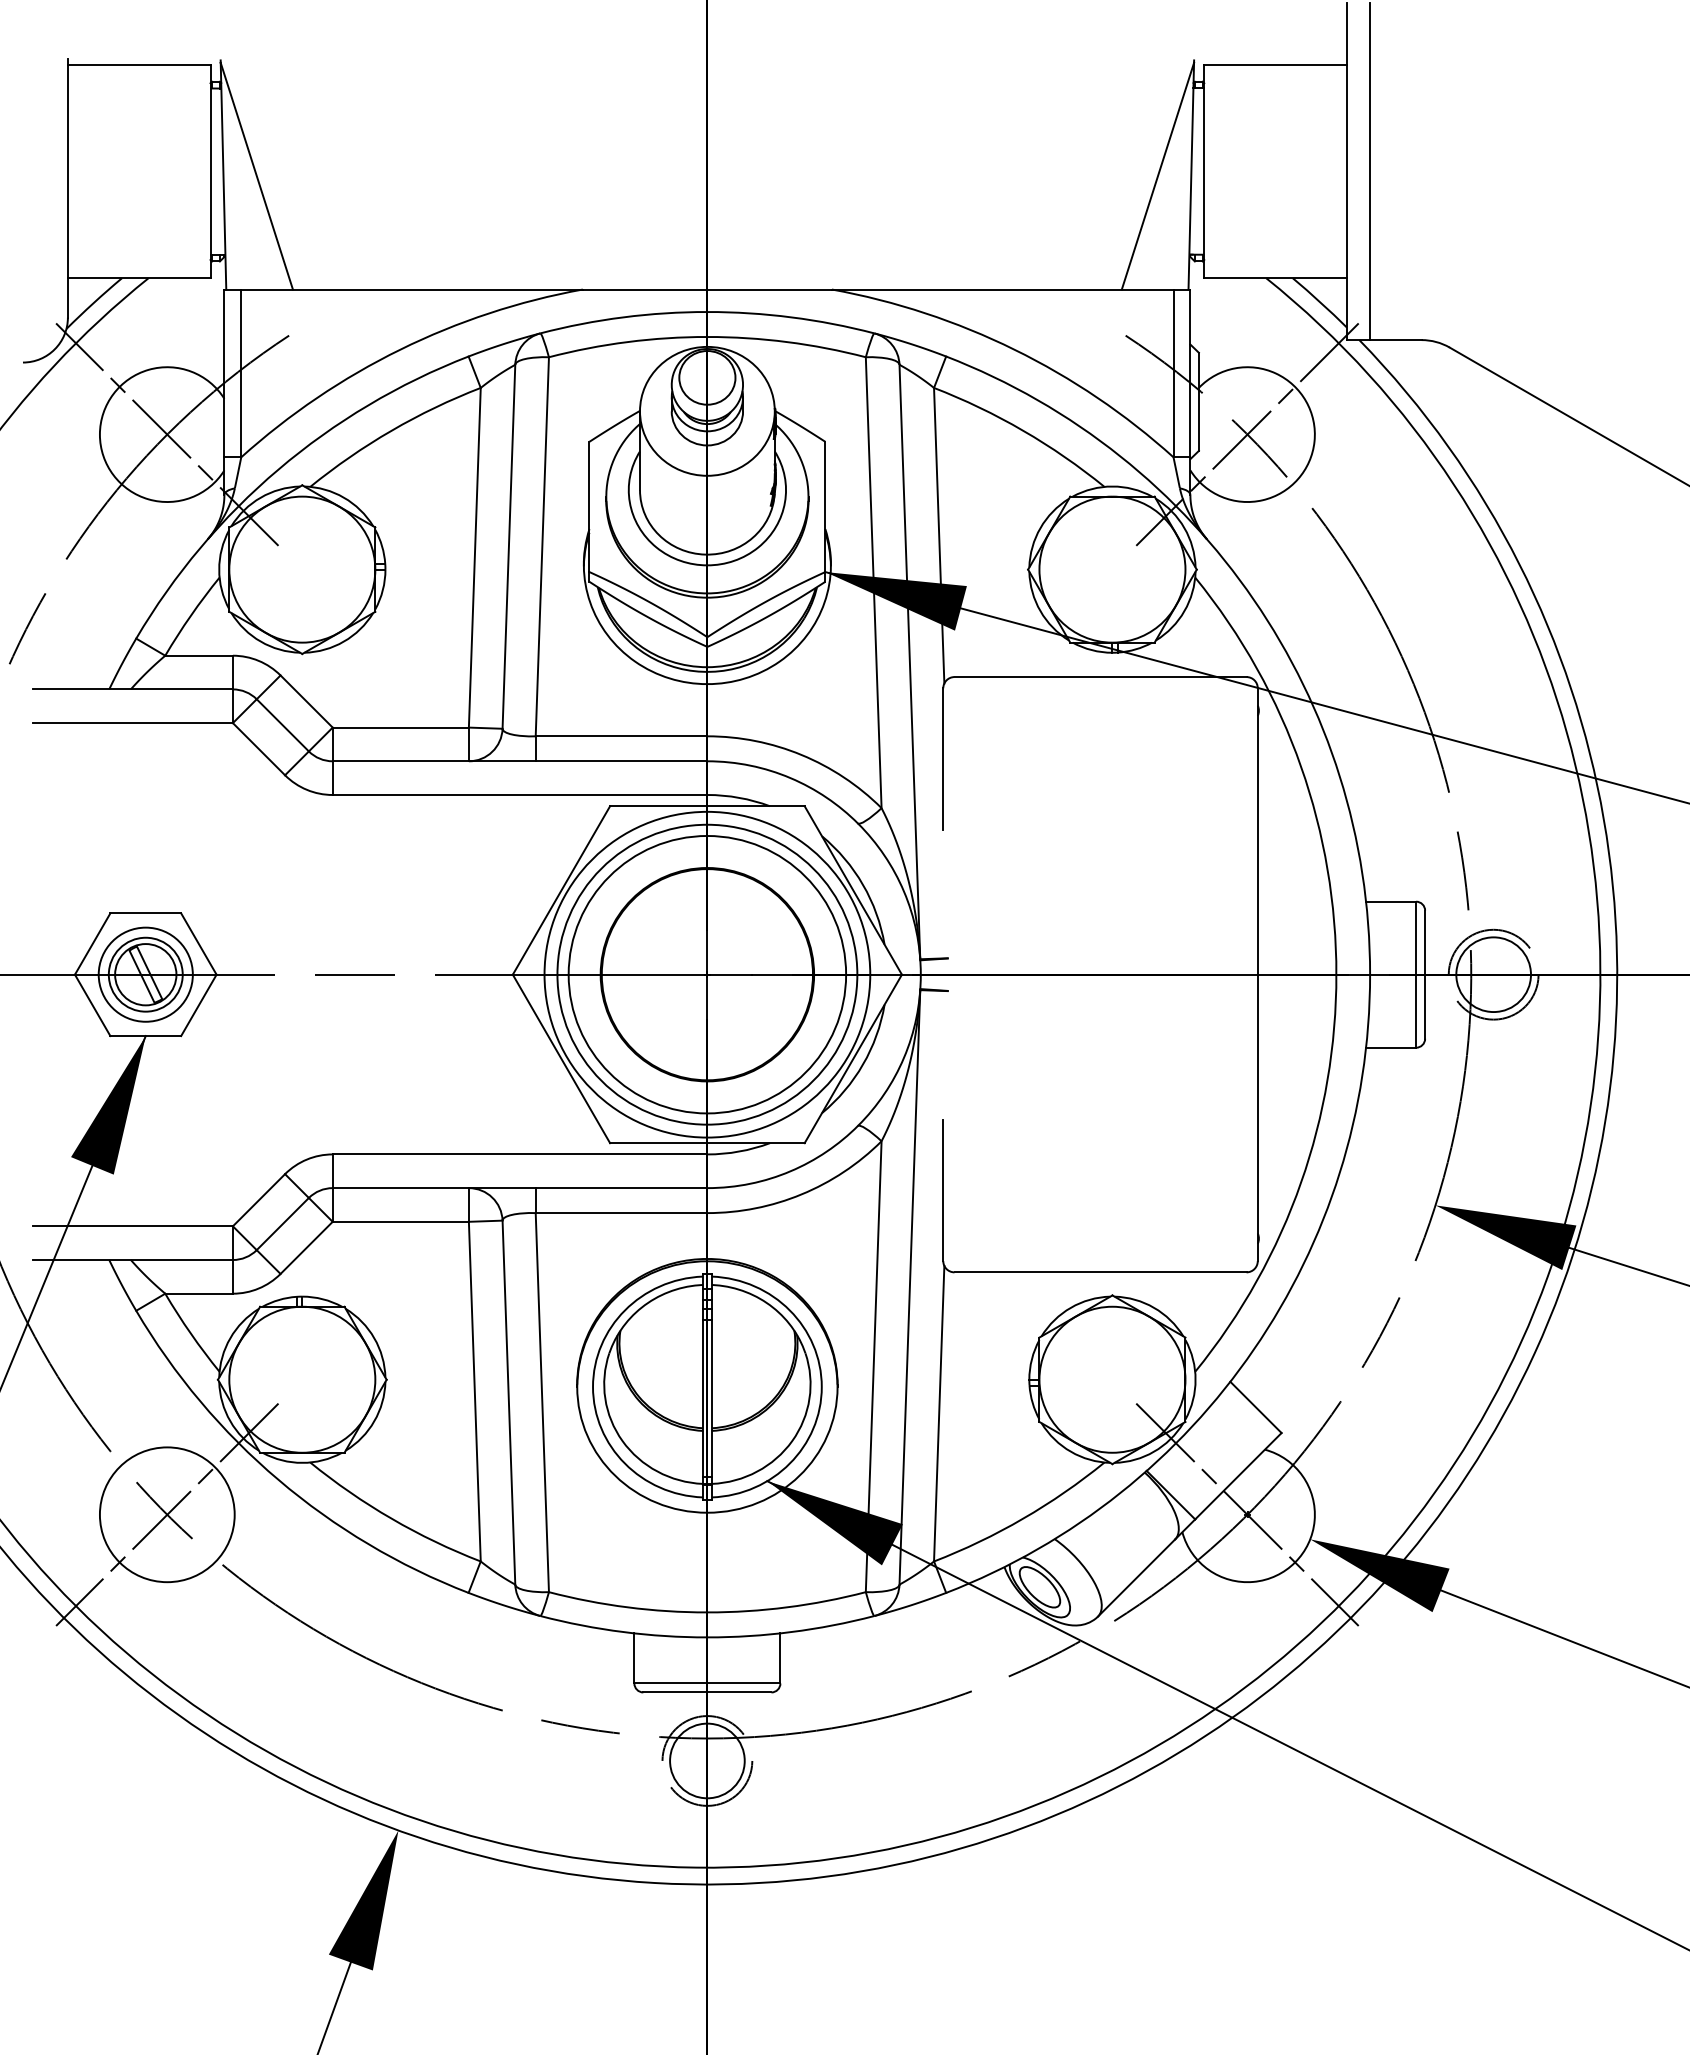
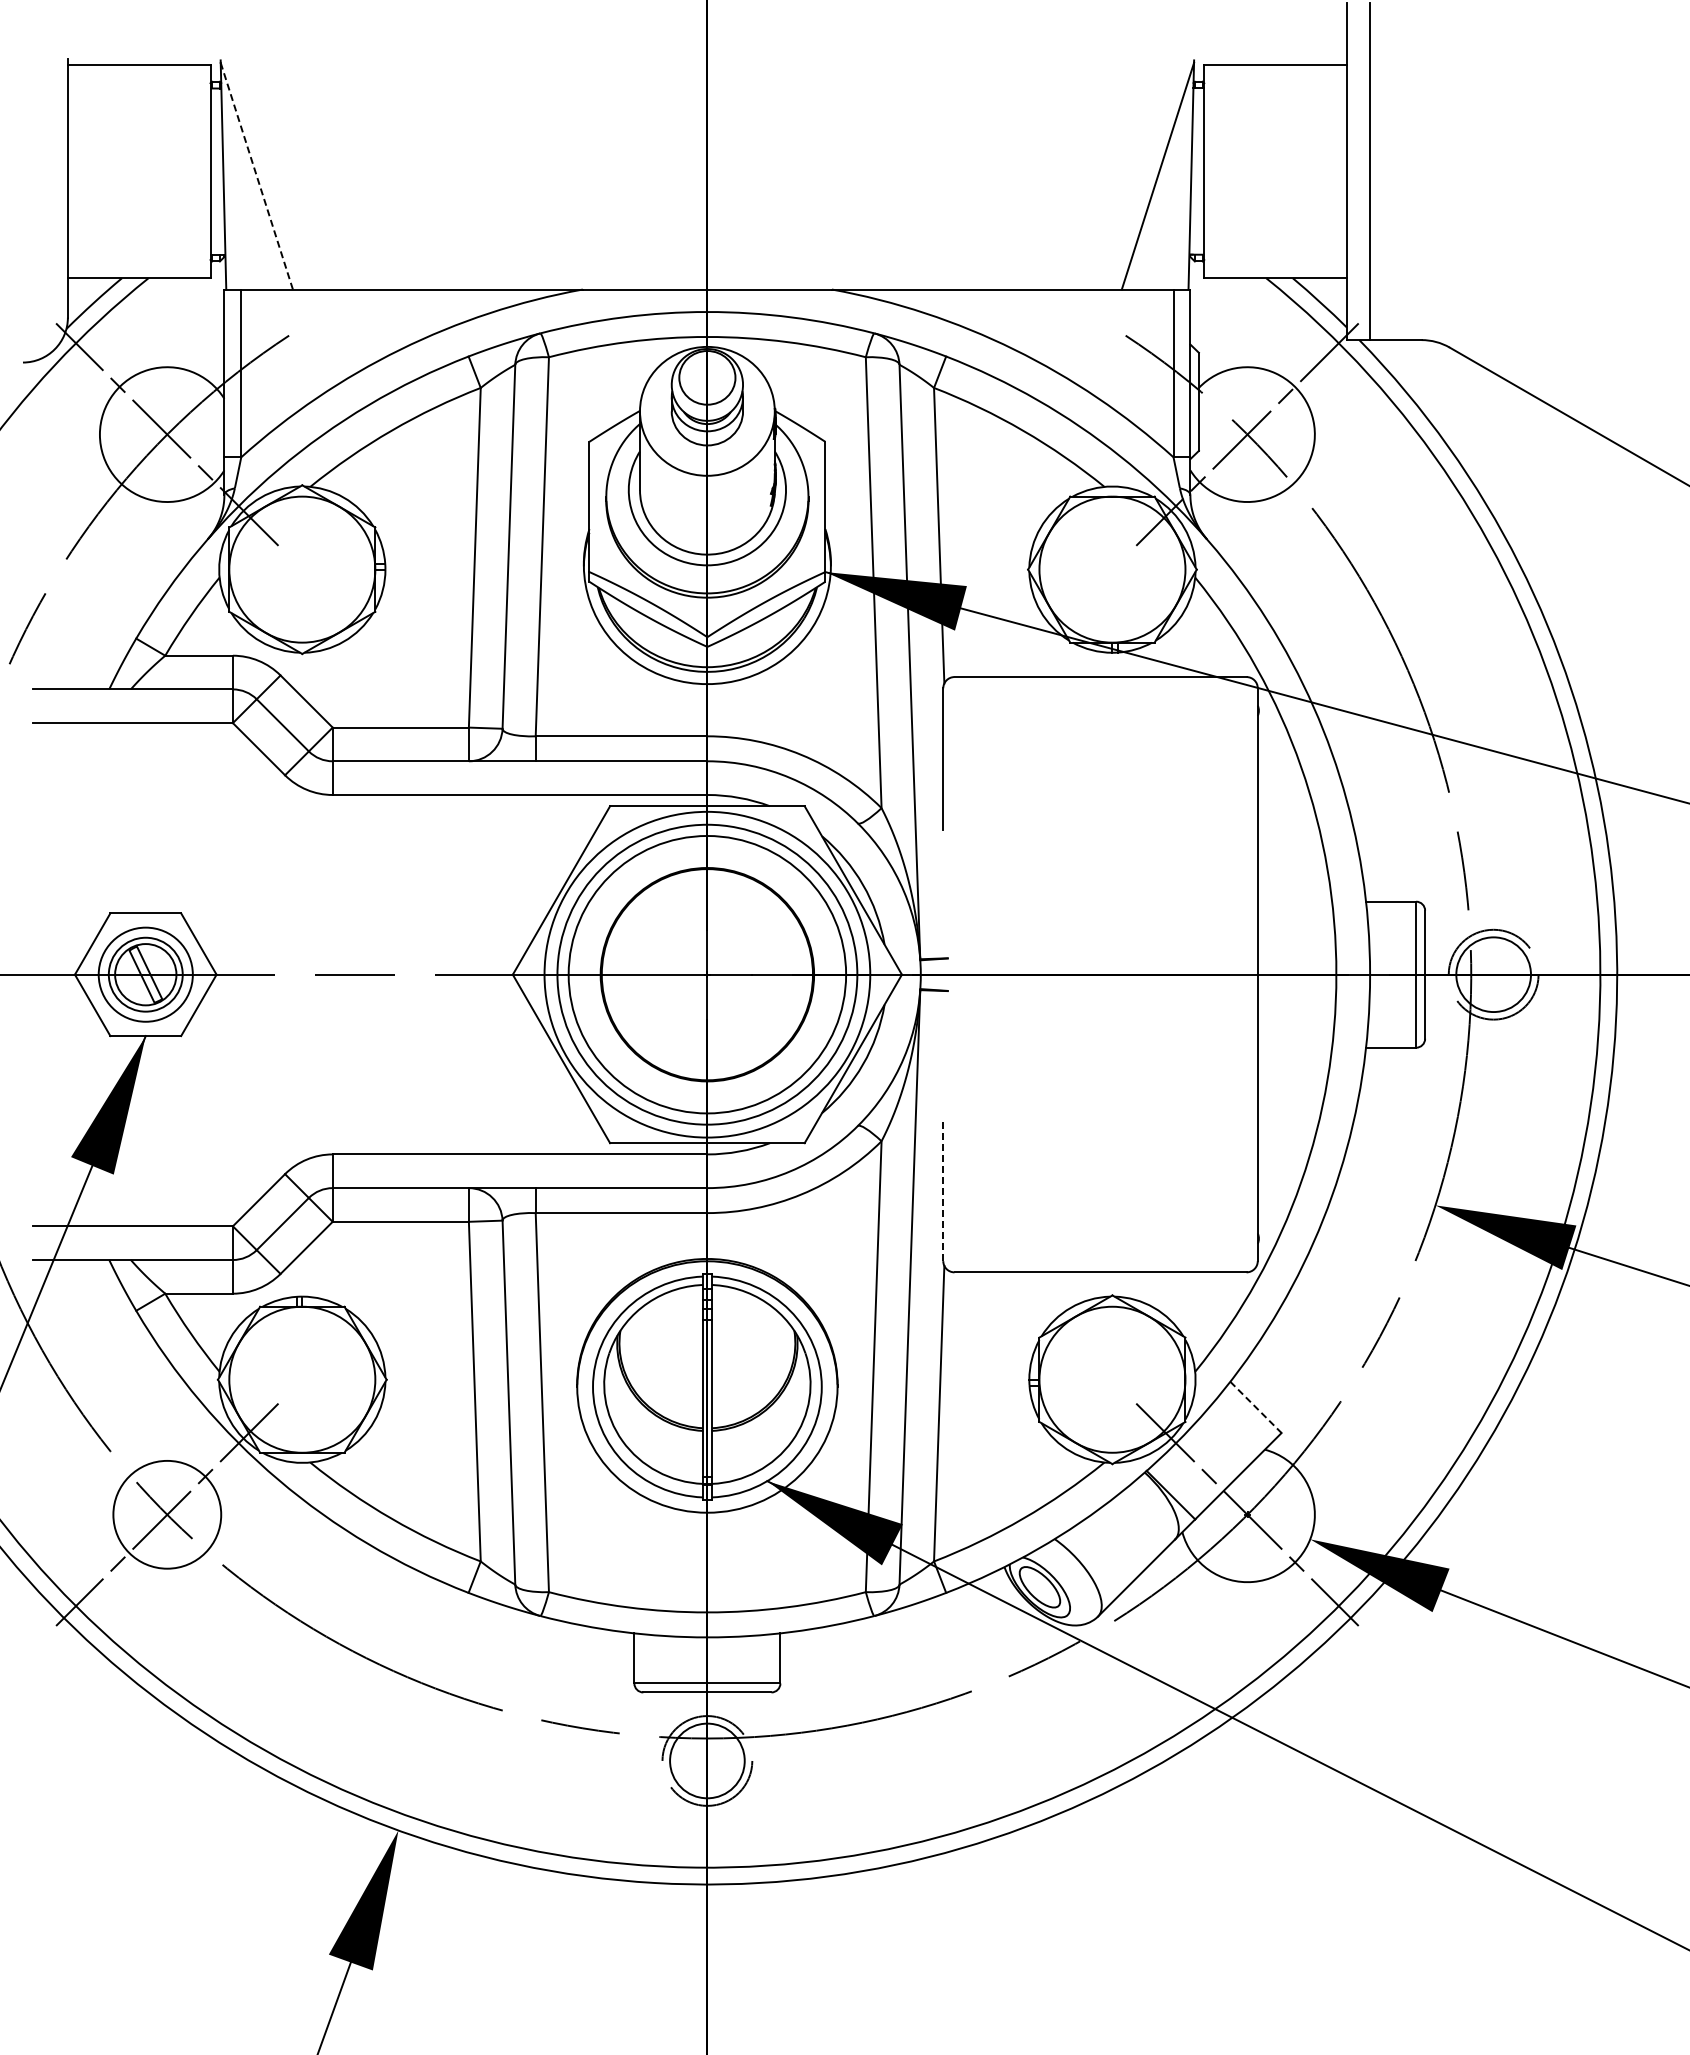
line at (256, 176): solid -> dashed
line at (943, 1190): solid -> dashed
line at (1256, 1407): solid -> dashed
circle at (166, 1514) diameter: 135 px -> 108 px
